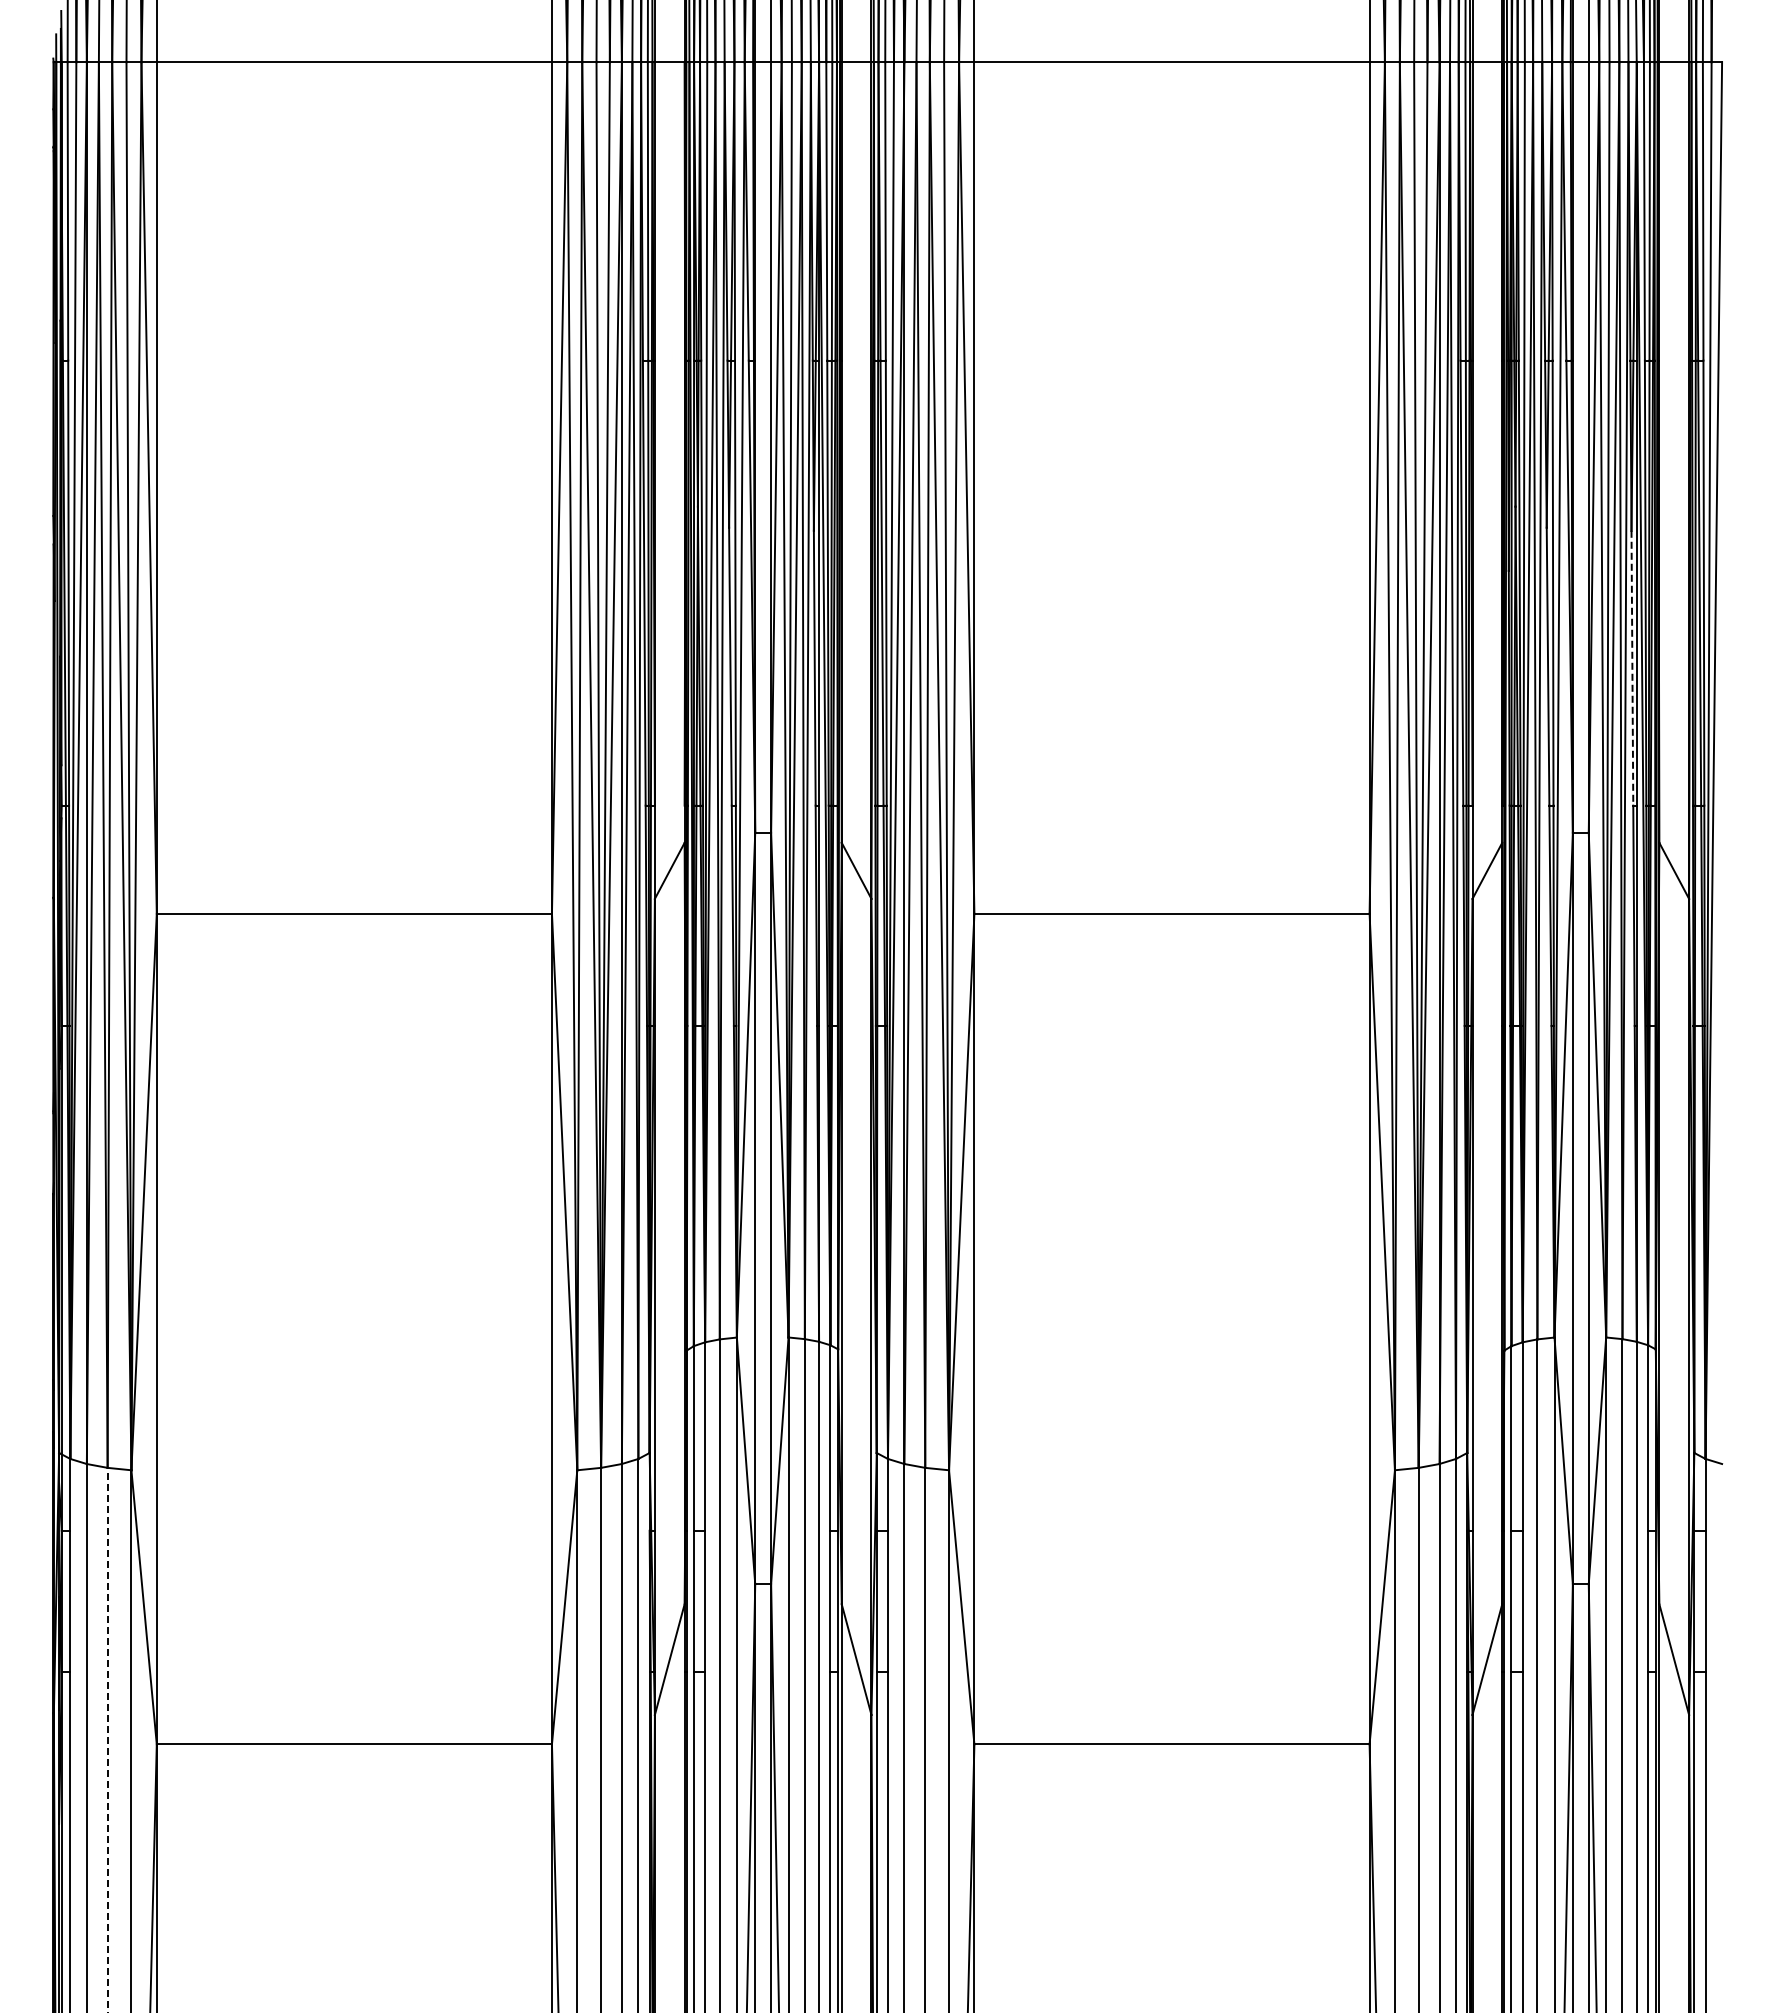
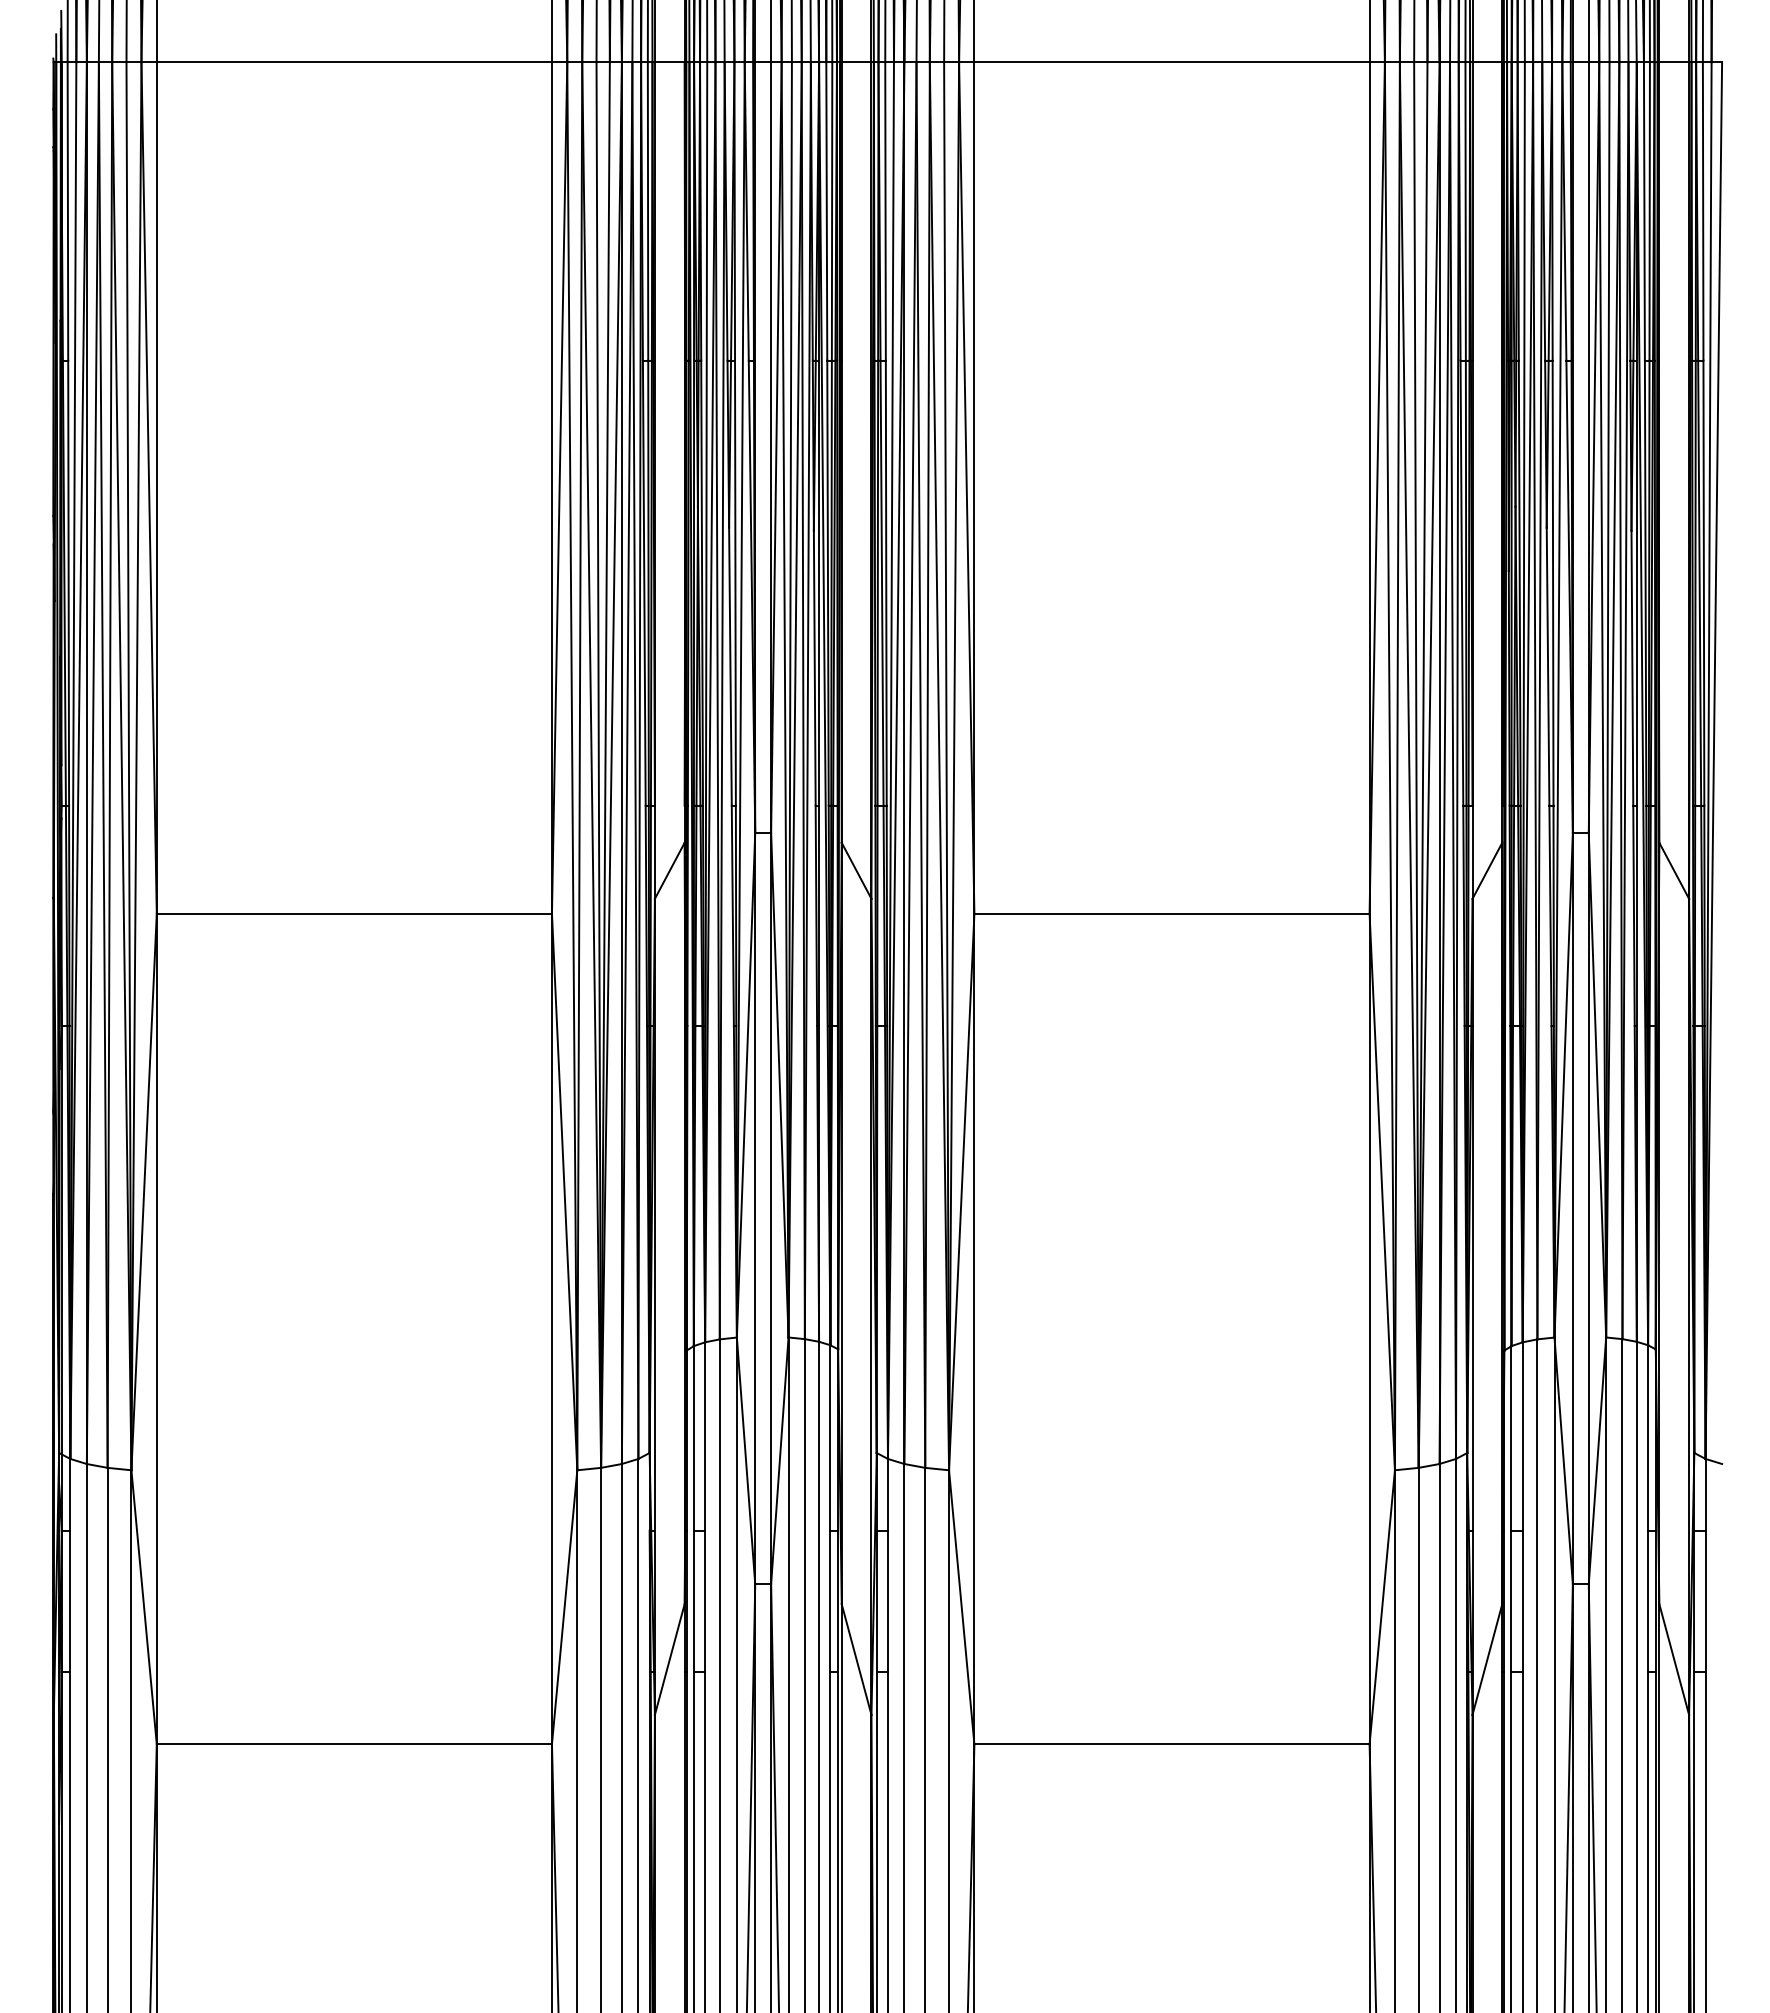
line at (1632, 668): dashed -> solid
line at (107, 1739): dashed -> solid
